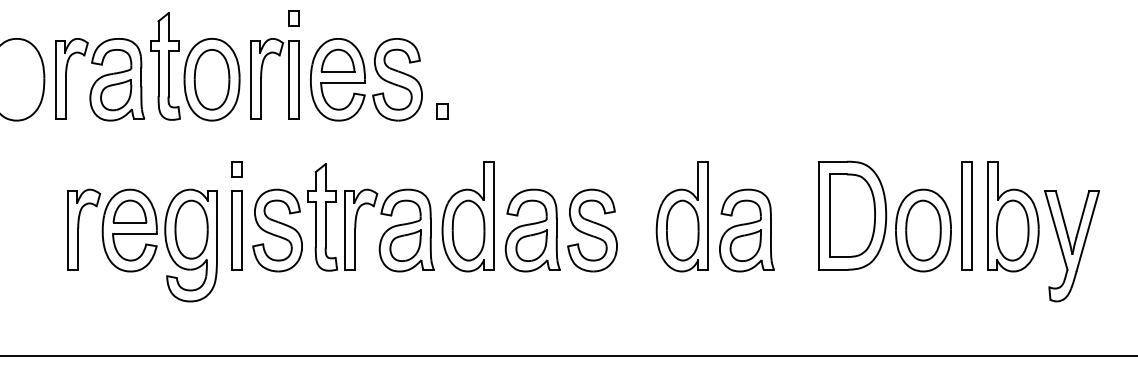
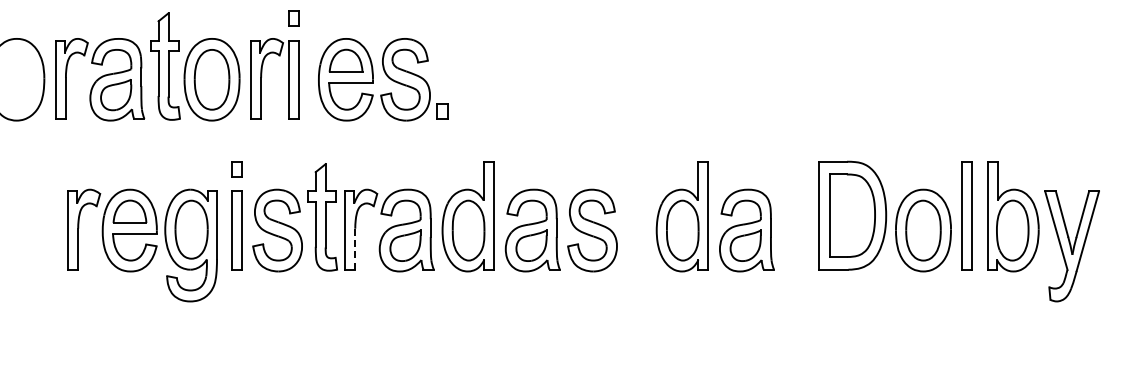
part at (366, 79) position: (366, 79) -> (374, 79)
line at (355, 249): solid -> dashed
line at (568, 356): present -> none
